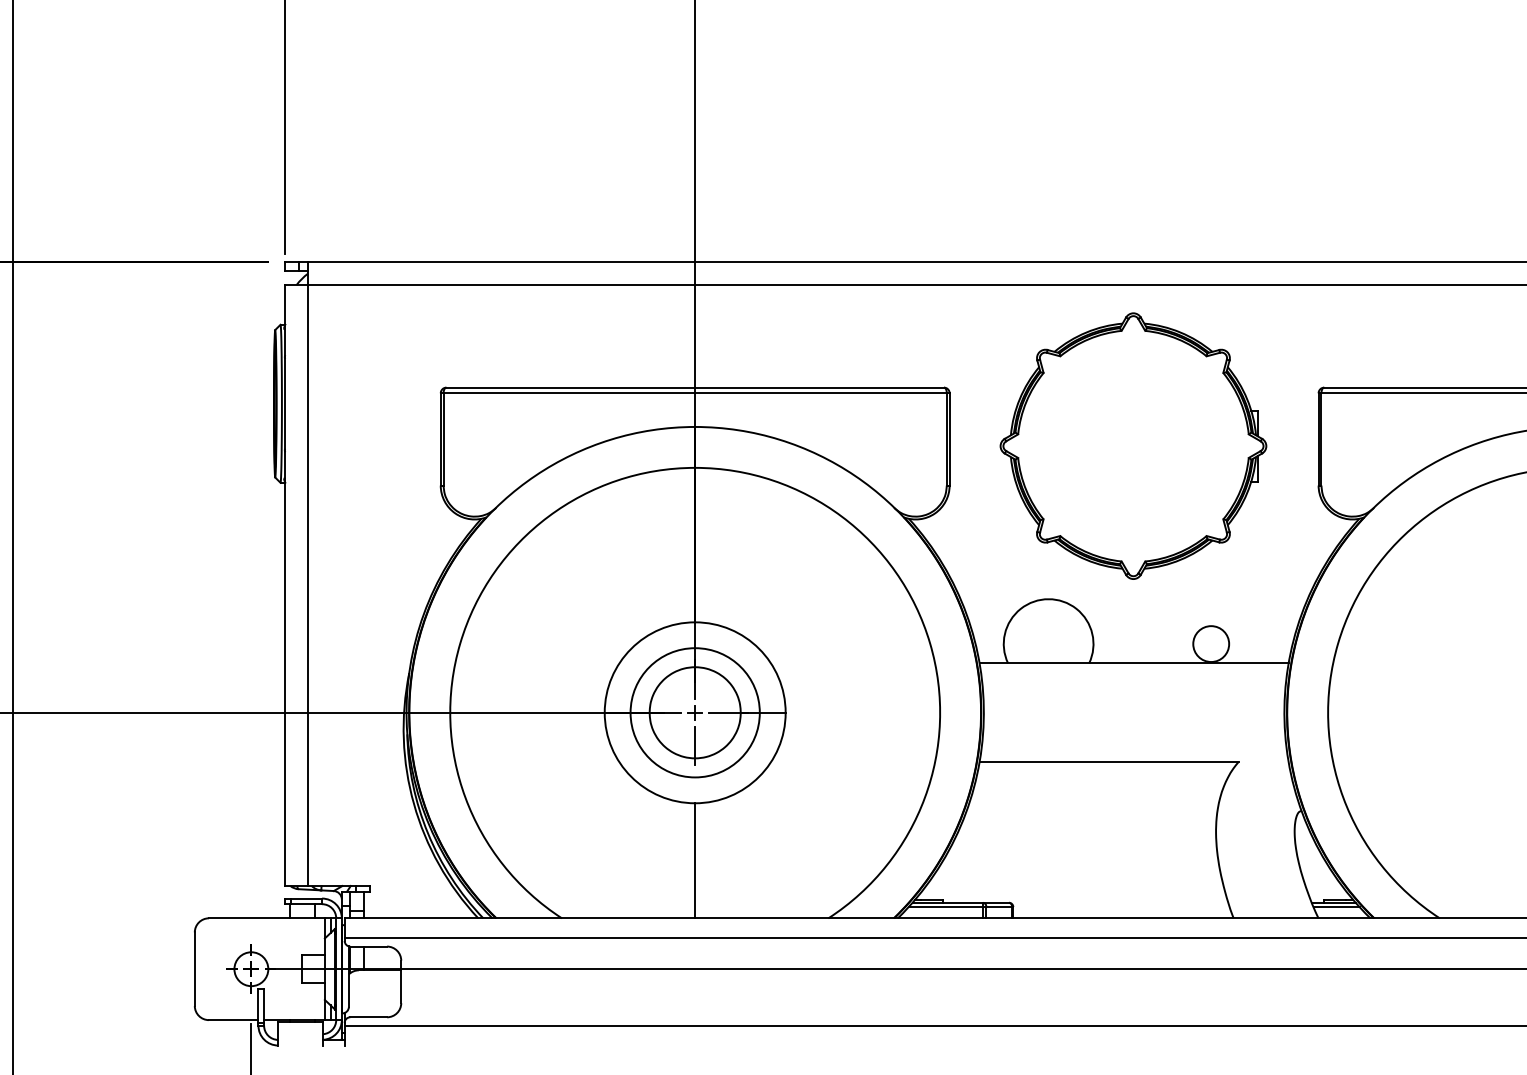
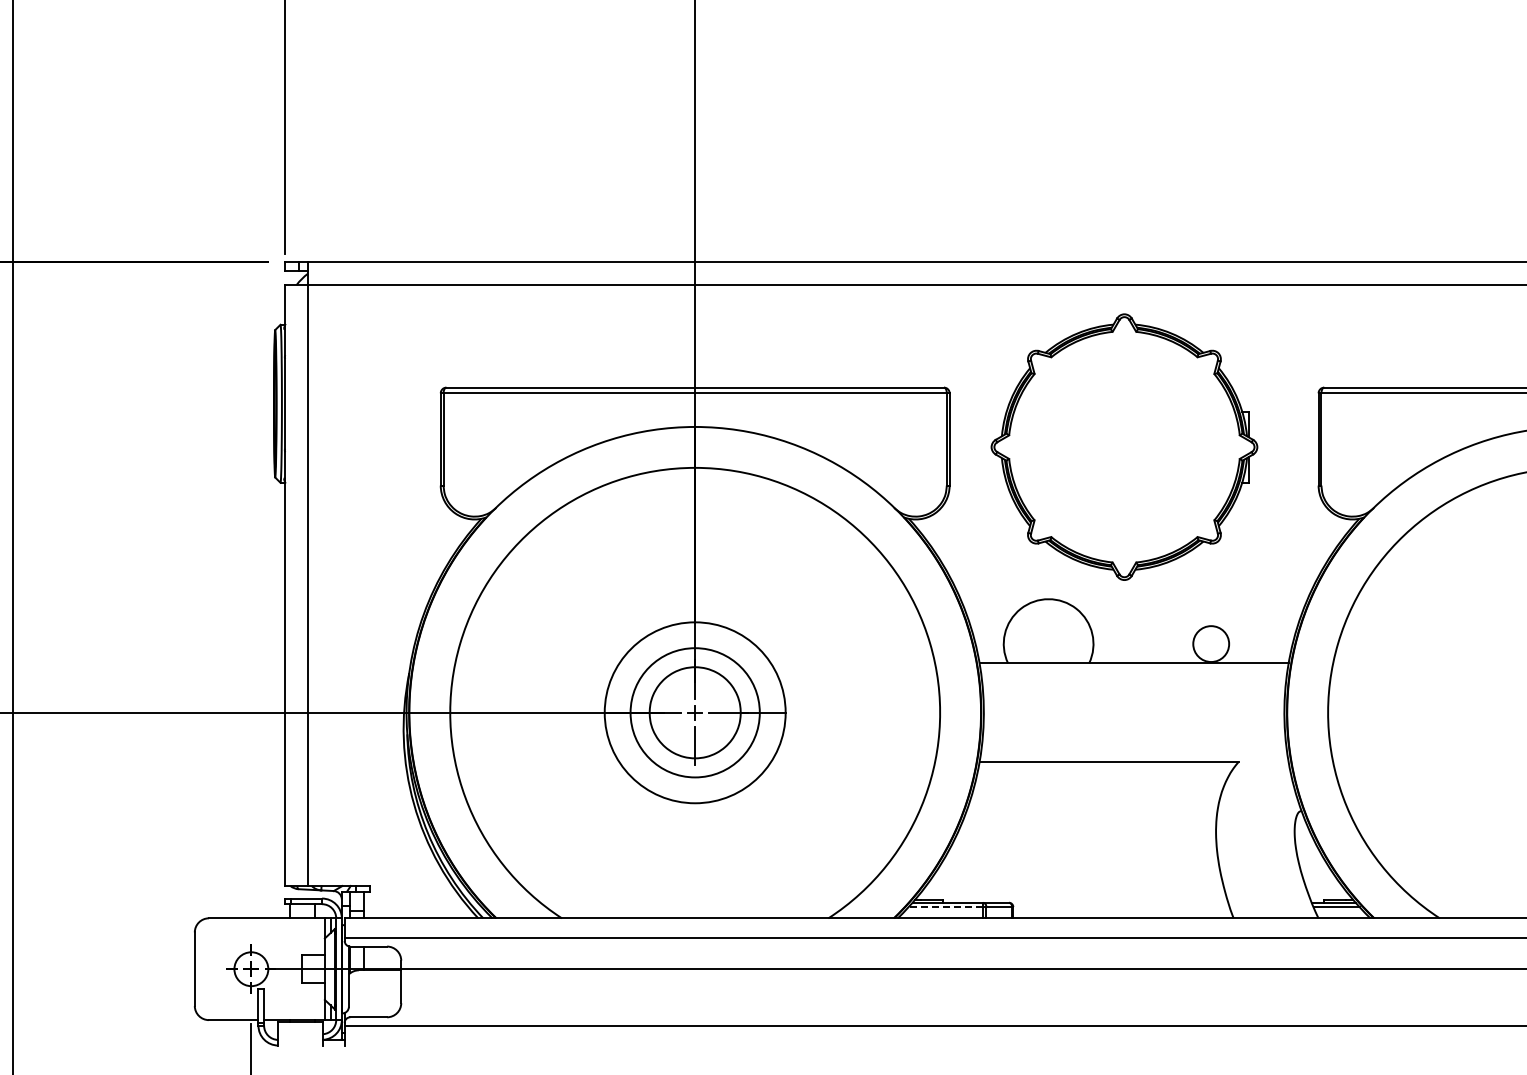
part at (1133, 445) position: (1133, 445) -> (1124, 446)
line at (695, 860): present -> none
line at (945, 907): solid -> dashed
